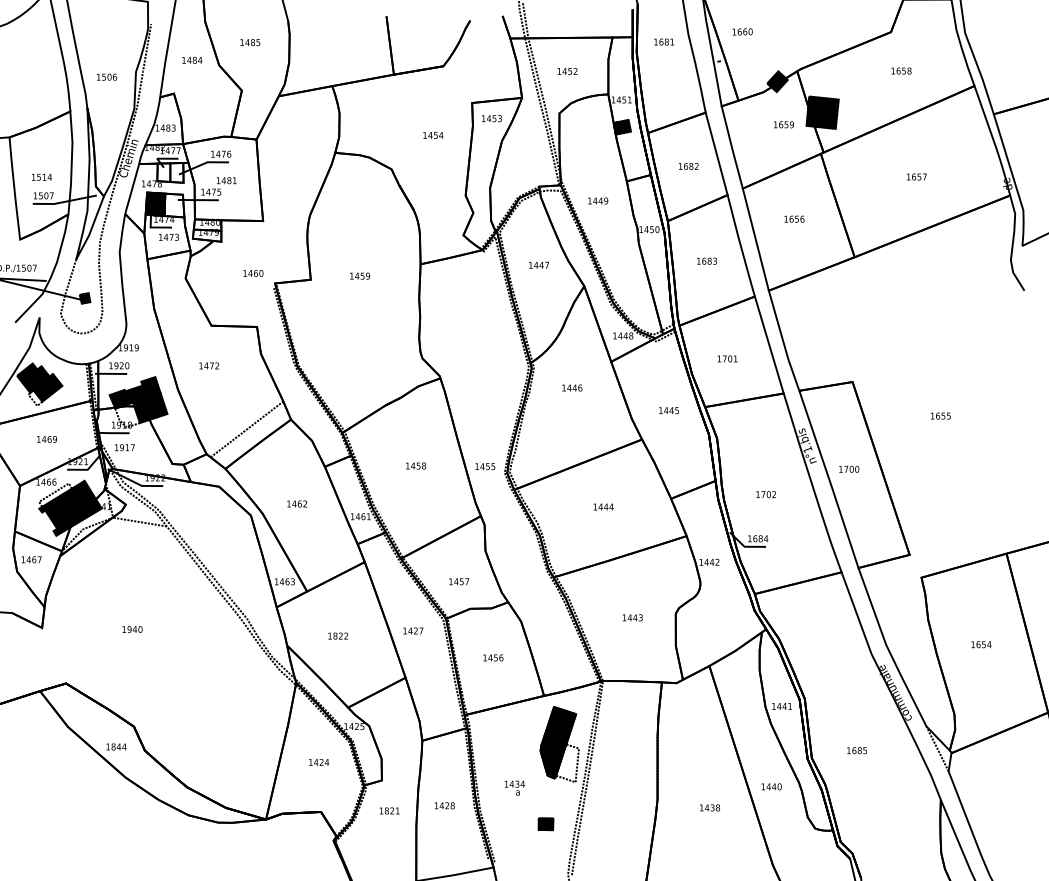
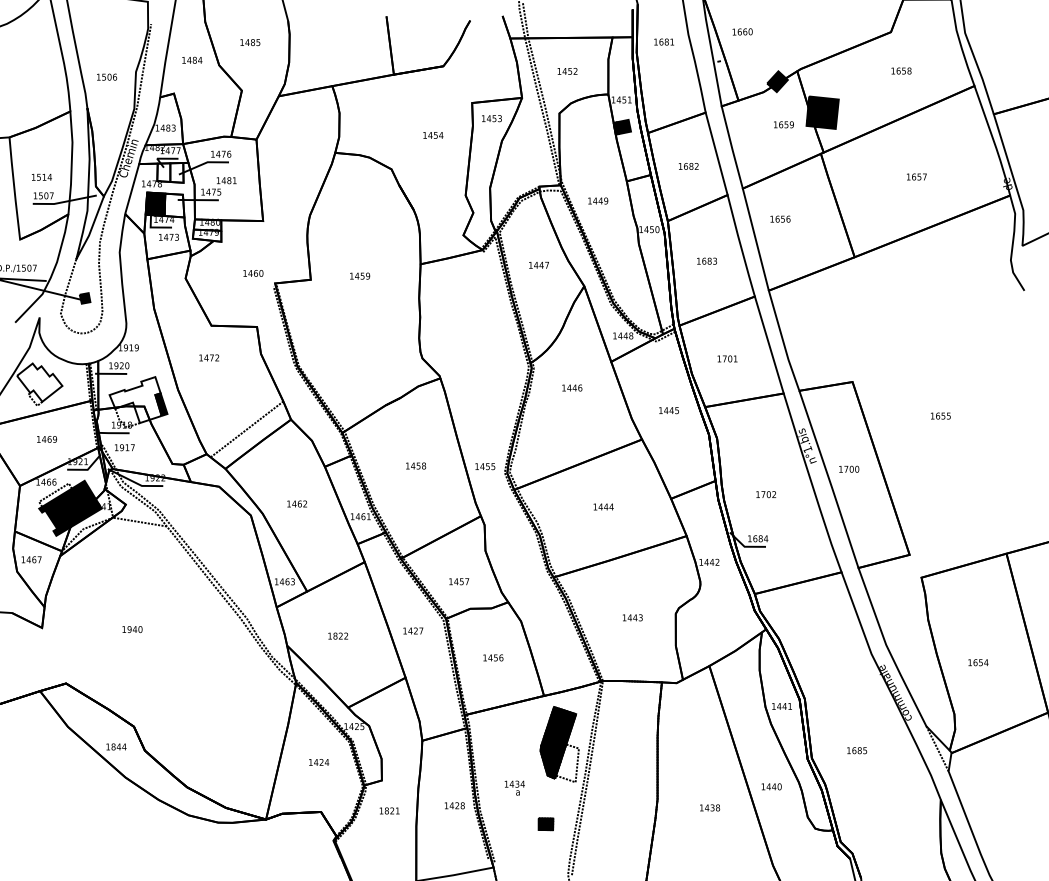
text at (794, 218) position: (794, 218) -> (780, 218)
text at (209, 365) position: (209, 365) -> (209, 357)
fill at (39, 382): present -> none
fill at (135, 400): present -> none
text at (981, 644) position: (981, 644) -> (978, 662)
text at (444, 805) position: (444, 805) -> (454, 805)
